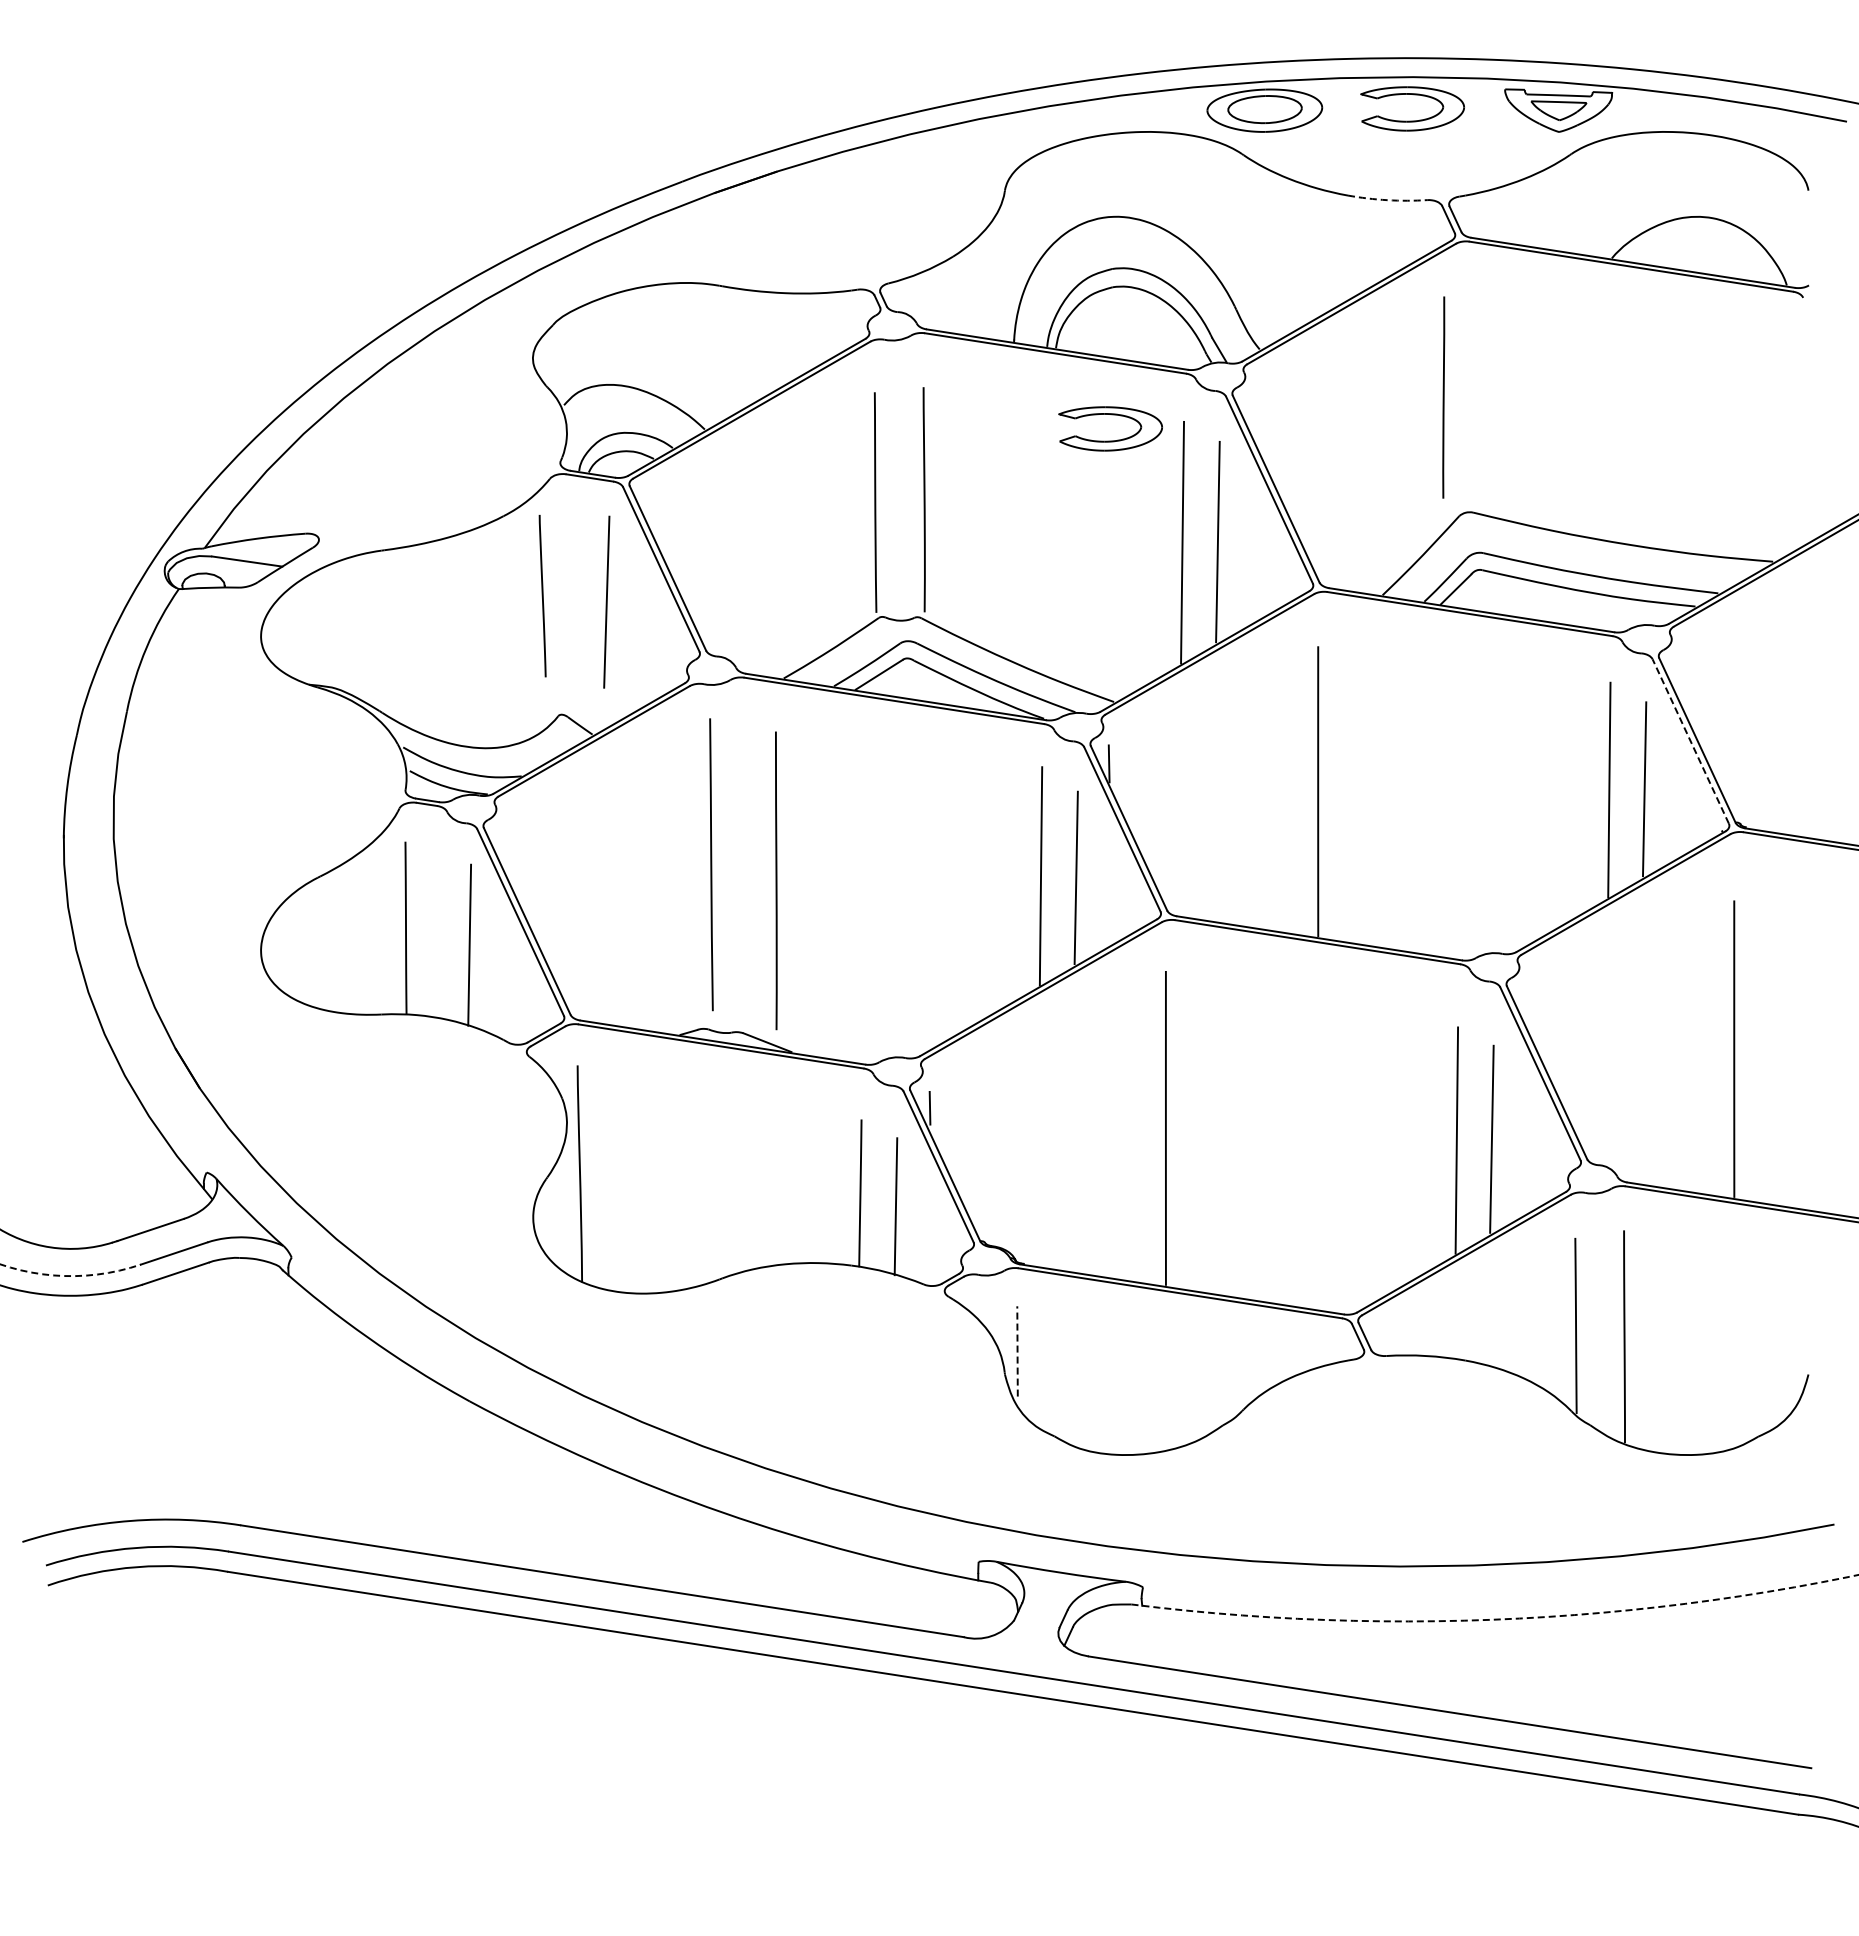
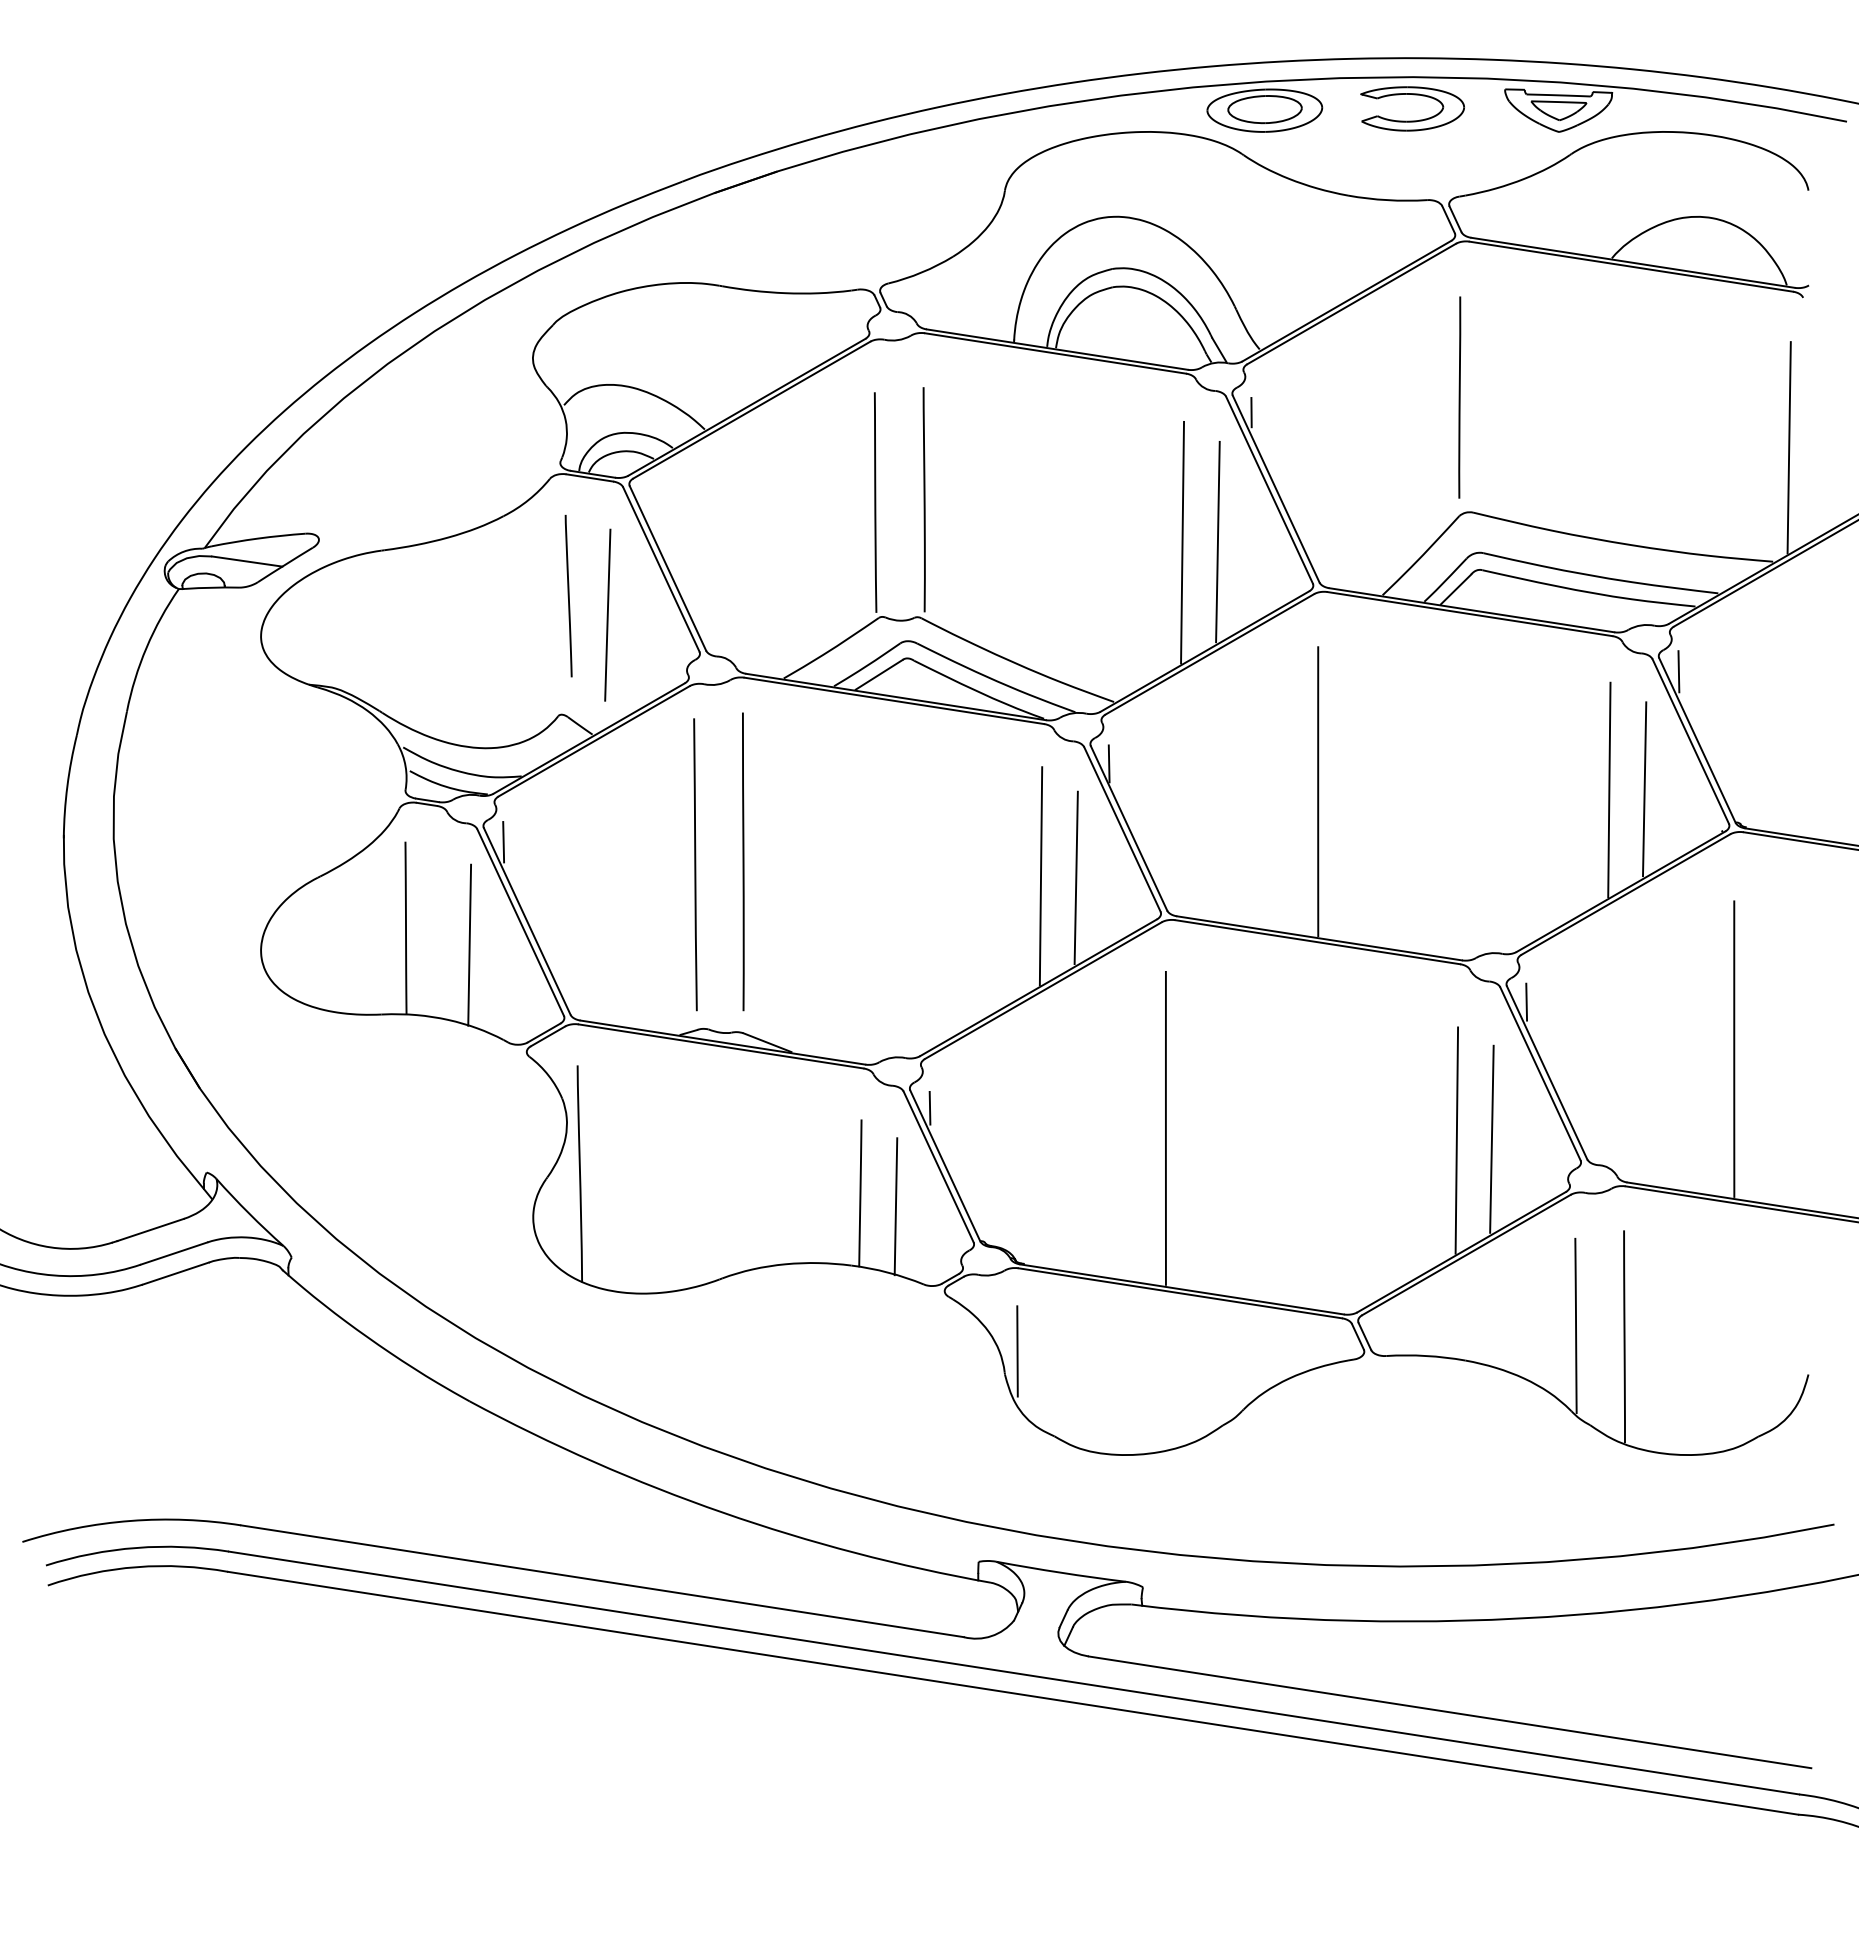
arc at (1387, 200): dashed -> solid
line at (1443, 397) position: (1443, 397) -> (1459, 397)
line at (1251, 412): none -> present
part at (1110, 440): present -> none
line at (1788, 447): none -> present
line at (542, 596) position: (542, 596) -> (568, 596)
line at (606, 601) position: (606, 601) -> (607, 614)
line at (1678, 671): none -> present
line at (1690, 741): dashed -> solid
line at (503, 842): none -> present
line at (711, 864) position: (711, 864) -> (695, 864)
line at (776, 880) position: (776, 880) -> (743, 861)
line at (1526, 1001): none -> present
arc at (71, 1276): dashed -> solid
line at (1017, 1350): dashed -> solid
arc at (1496, 1619): dashed -> solid
